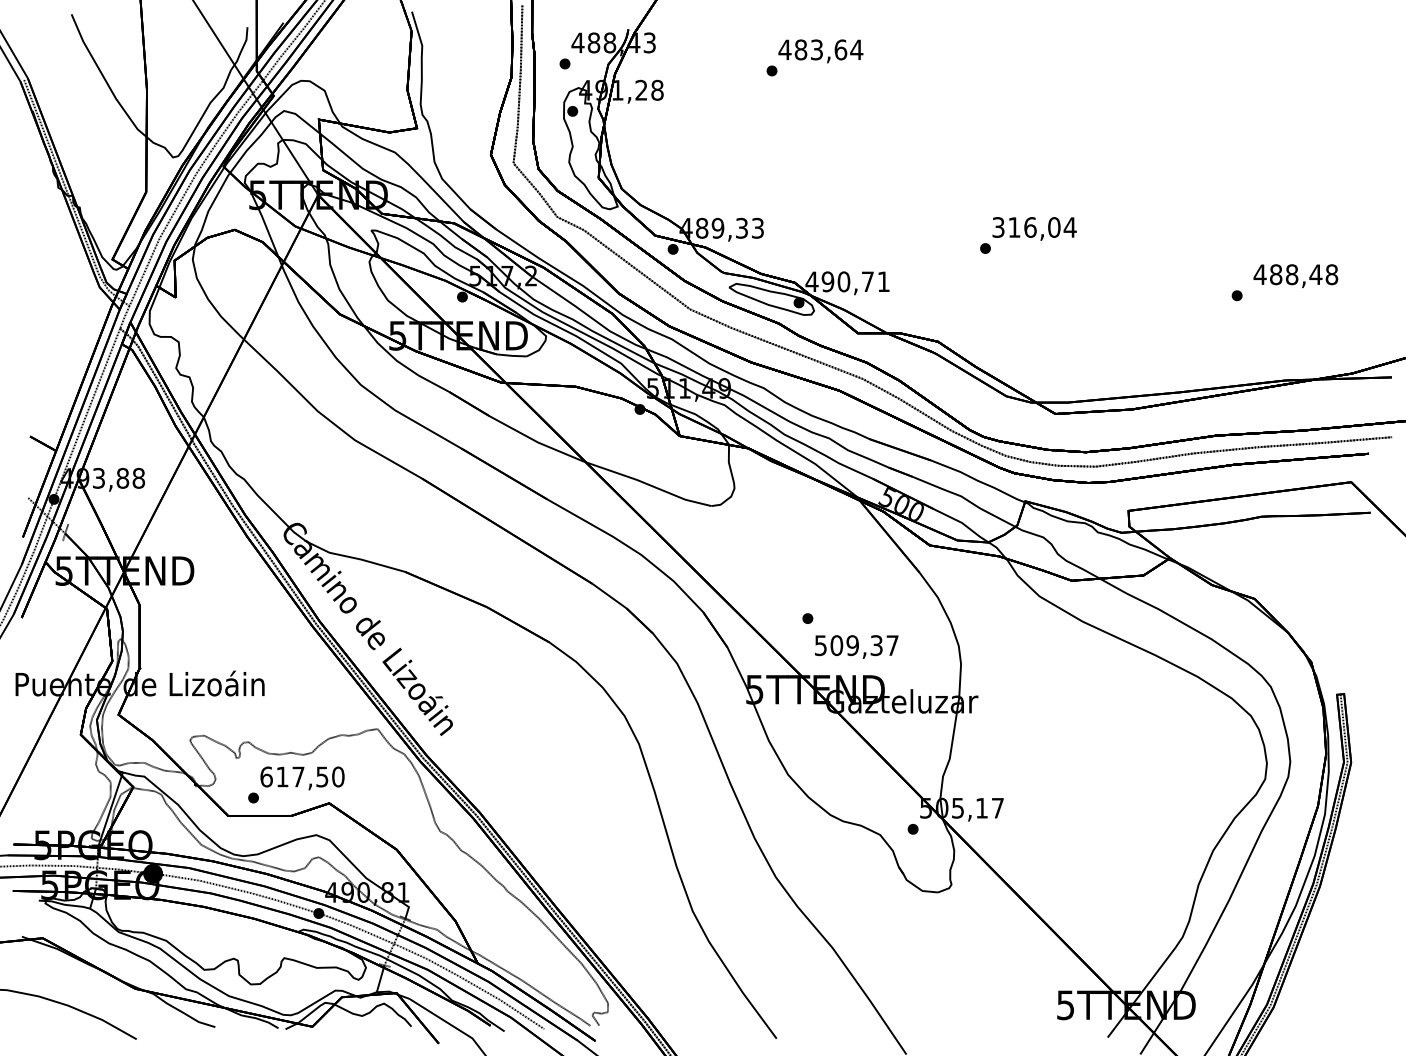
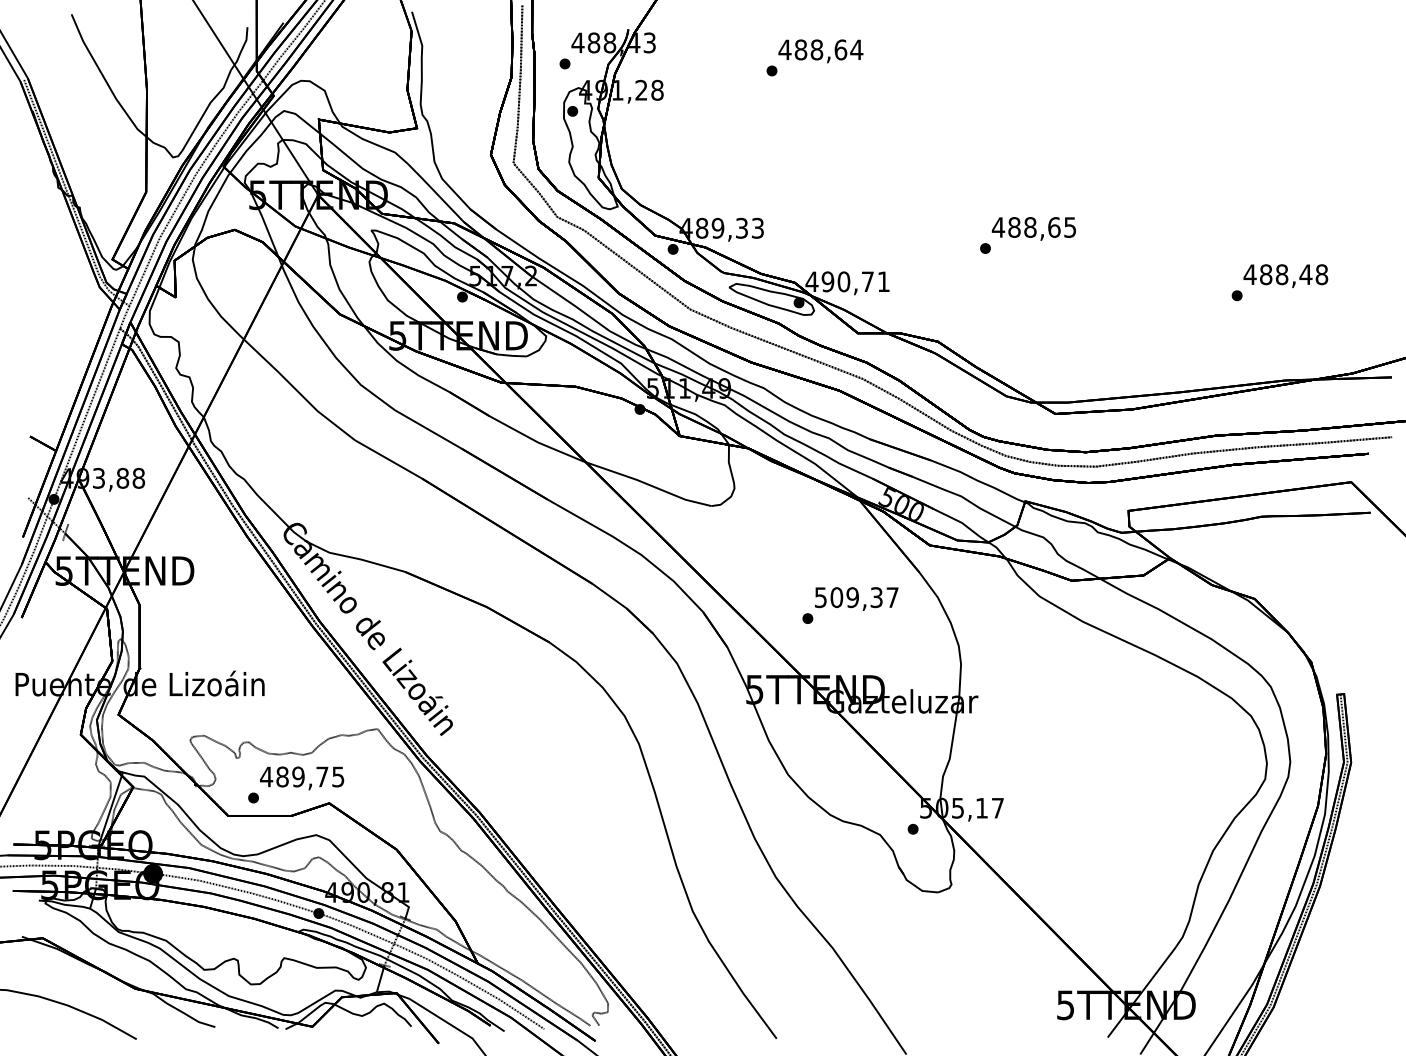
text at (816, 49): 483,64 -> 488,64
text at (1033, 227): 316,04 -> 488,65
text at (1295, 275) position: (1295, 275) -> (1285, 275)
text at (856, 646) position: (856, 646) -> (856, 598)
text at (302, 776): 617,50 -> 489,75
